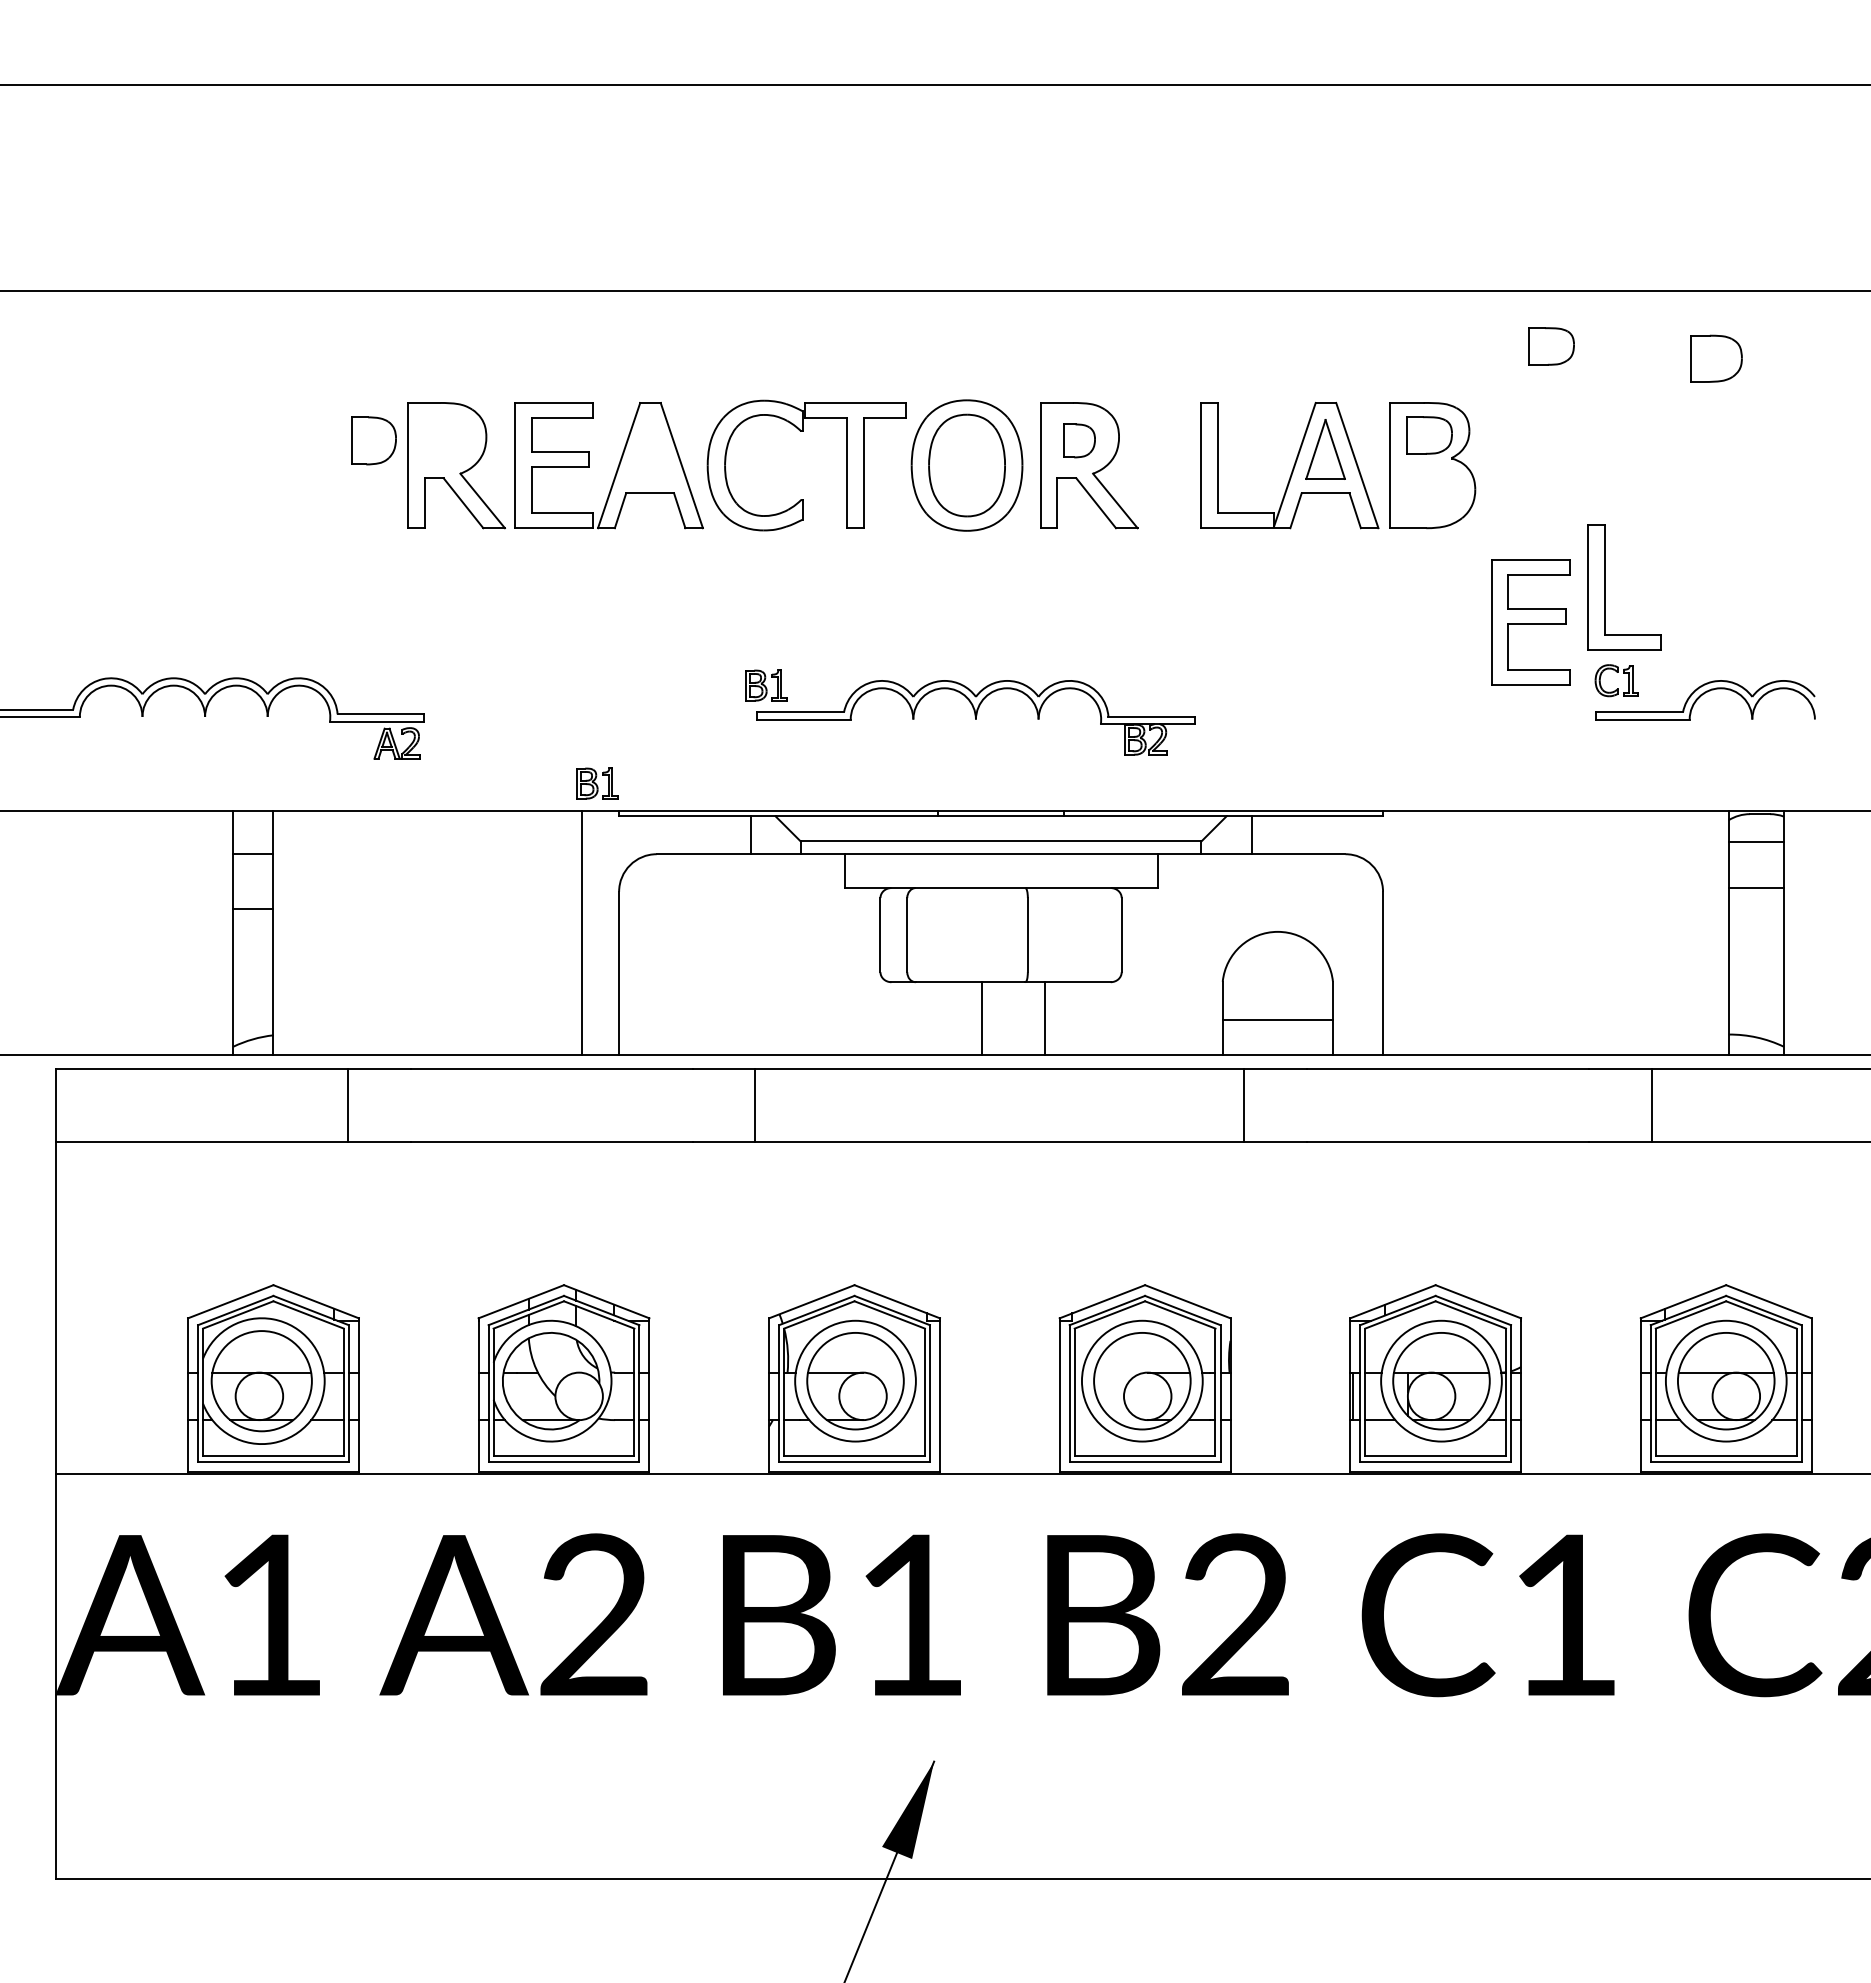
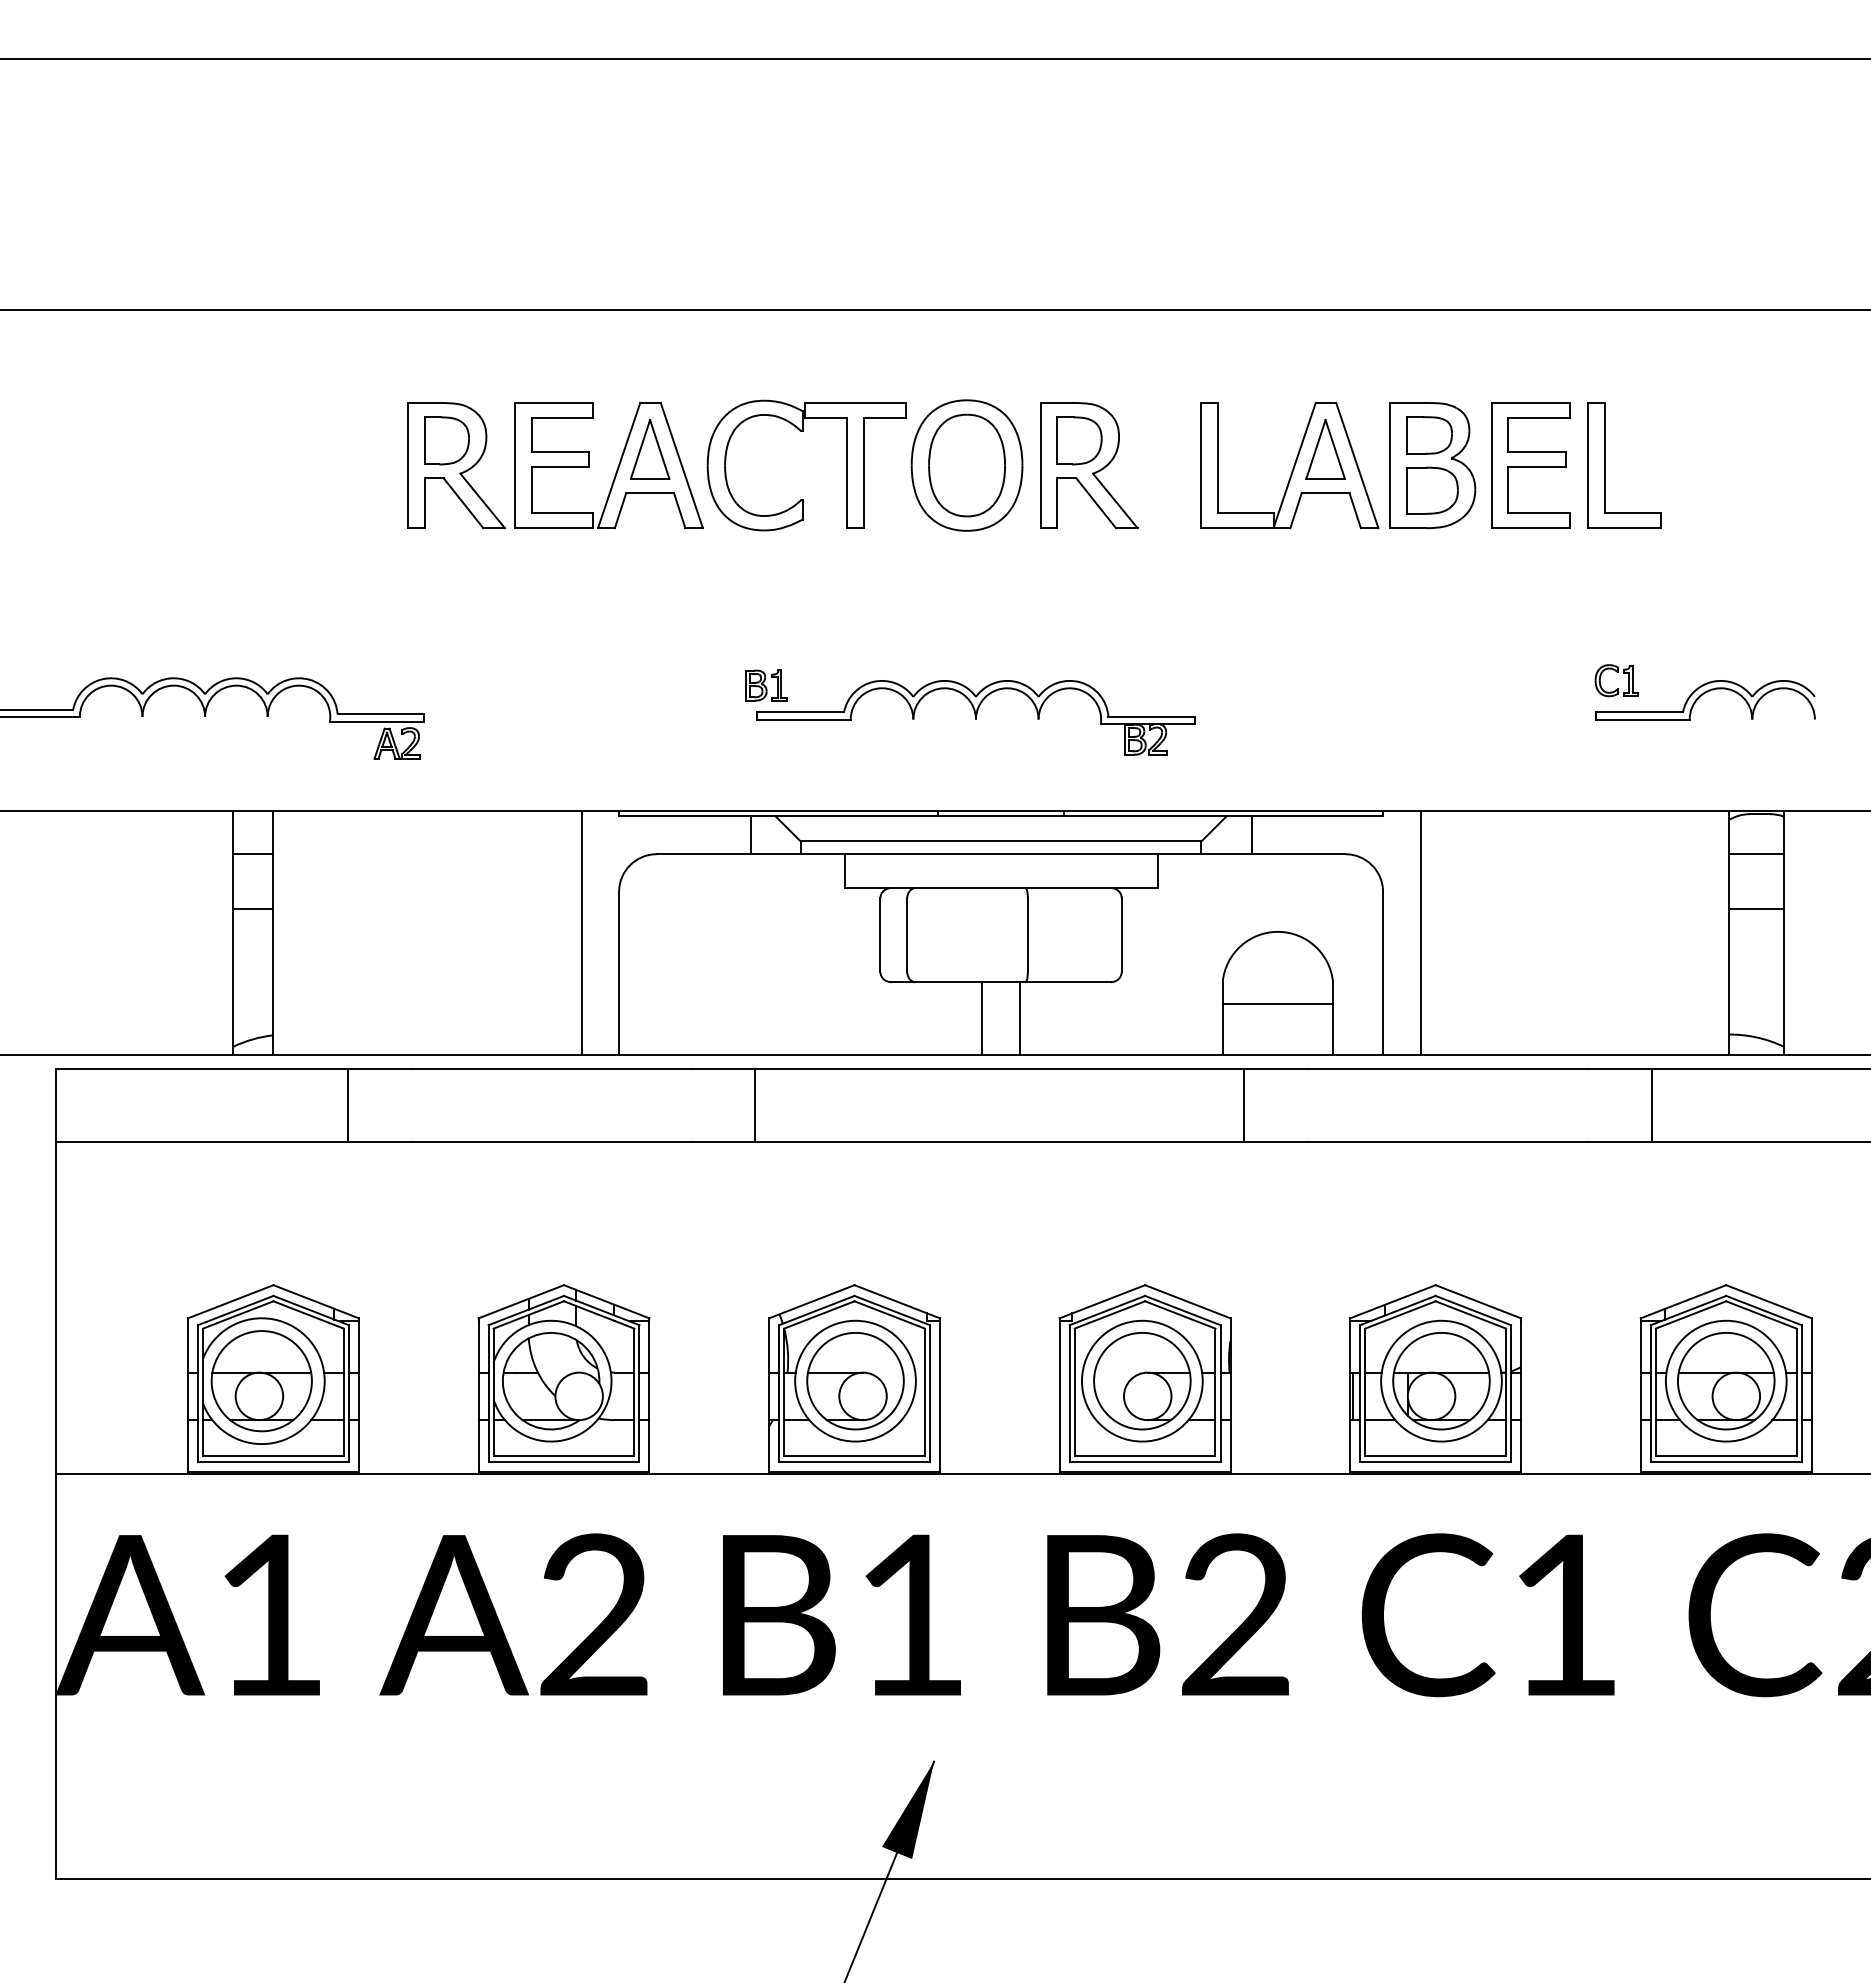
line at (934, 85) position: (934, 85) -> (934, 59)
line at (934, 290) position: (934, 290) -> (934, 309)
part at (1551, 346): present -> none
part at (1716, 358) position: (1716, 358) -> (1432, 490)
part at (373, 440) position: (373, 440) -> (446, 440)
part at (1079, 440) size: 33x36 px -> 47x50 px
part at (649, 449): none -> present
part at (1605, 587) position: (1605, 587) -> (1605, 465)
part at (1530, 622) position: (1530, 622) -> (1530, 465)
part at (597, 783): present -> none
line at (1755, 842) position: (1755, 842) -> (1755, 854)
line at (1755, 888) position: (1755, 888) -> (1755, 909)
line at (1420, 932): none -> present
line at (1044, 1018) position: (1044, 1018) -> (1019, 1018)
line at (1277, 1020) position: (1277, 1020) -> (1277, 1004)
